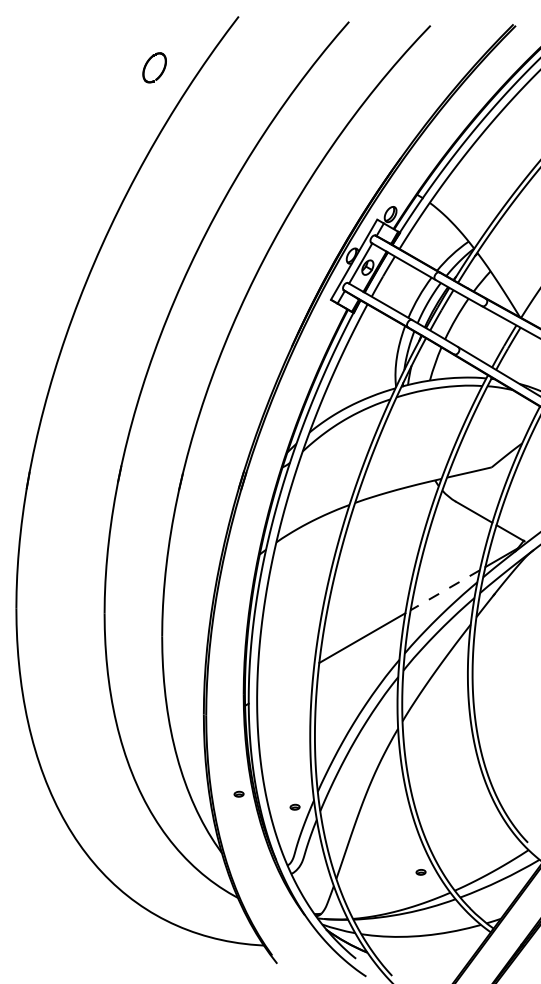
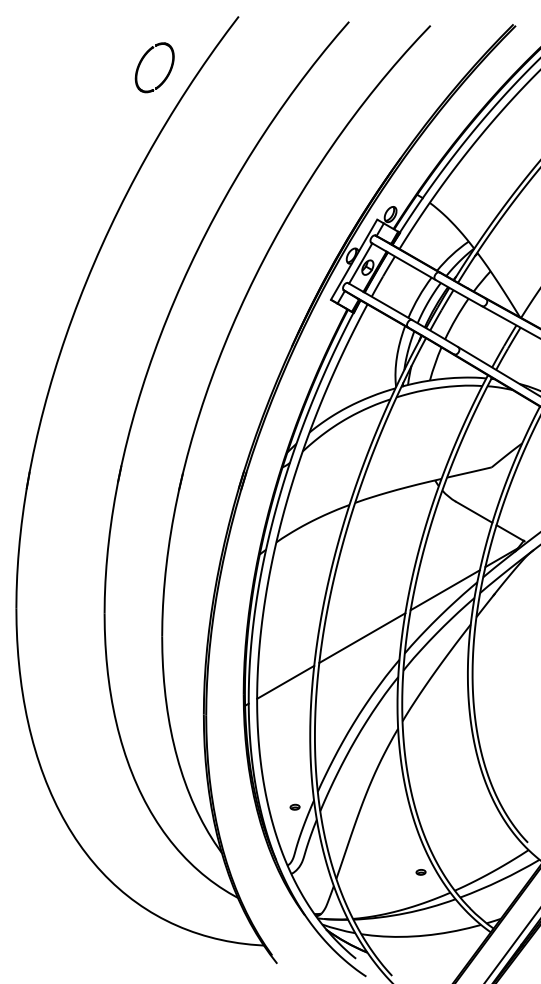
part at (154, 67) size: 25x32 px -> 41x52 px
line at (445, 590): dashed -> solid
line at (285, 681): none -> present
part at (238, 793): present -> none
line at (511, 945): none -> present
